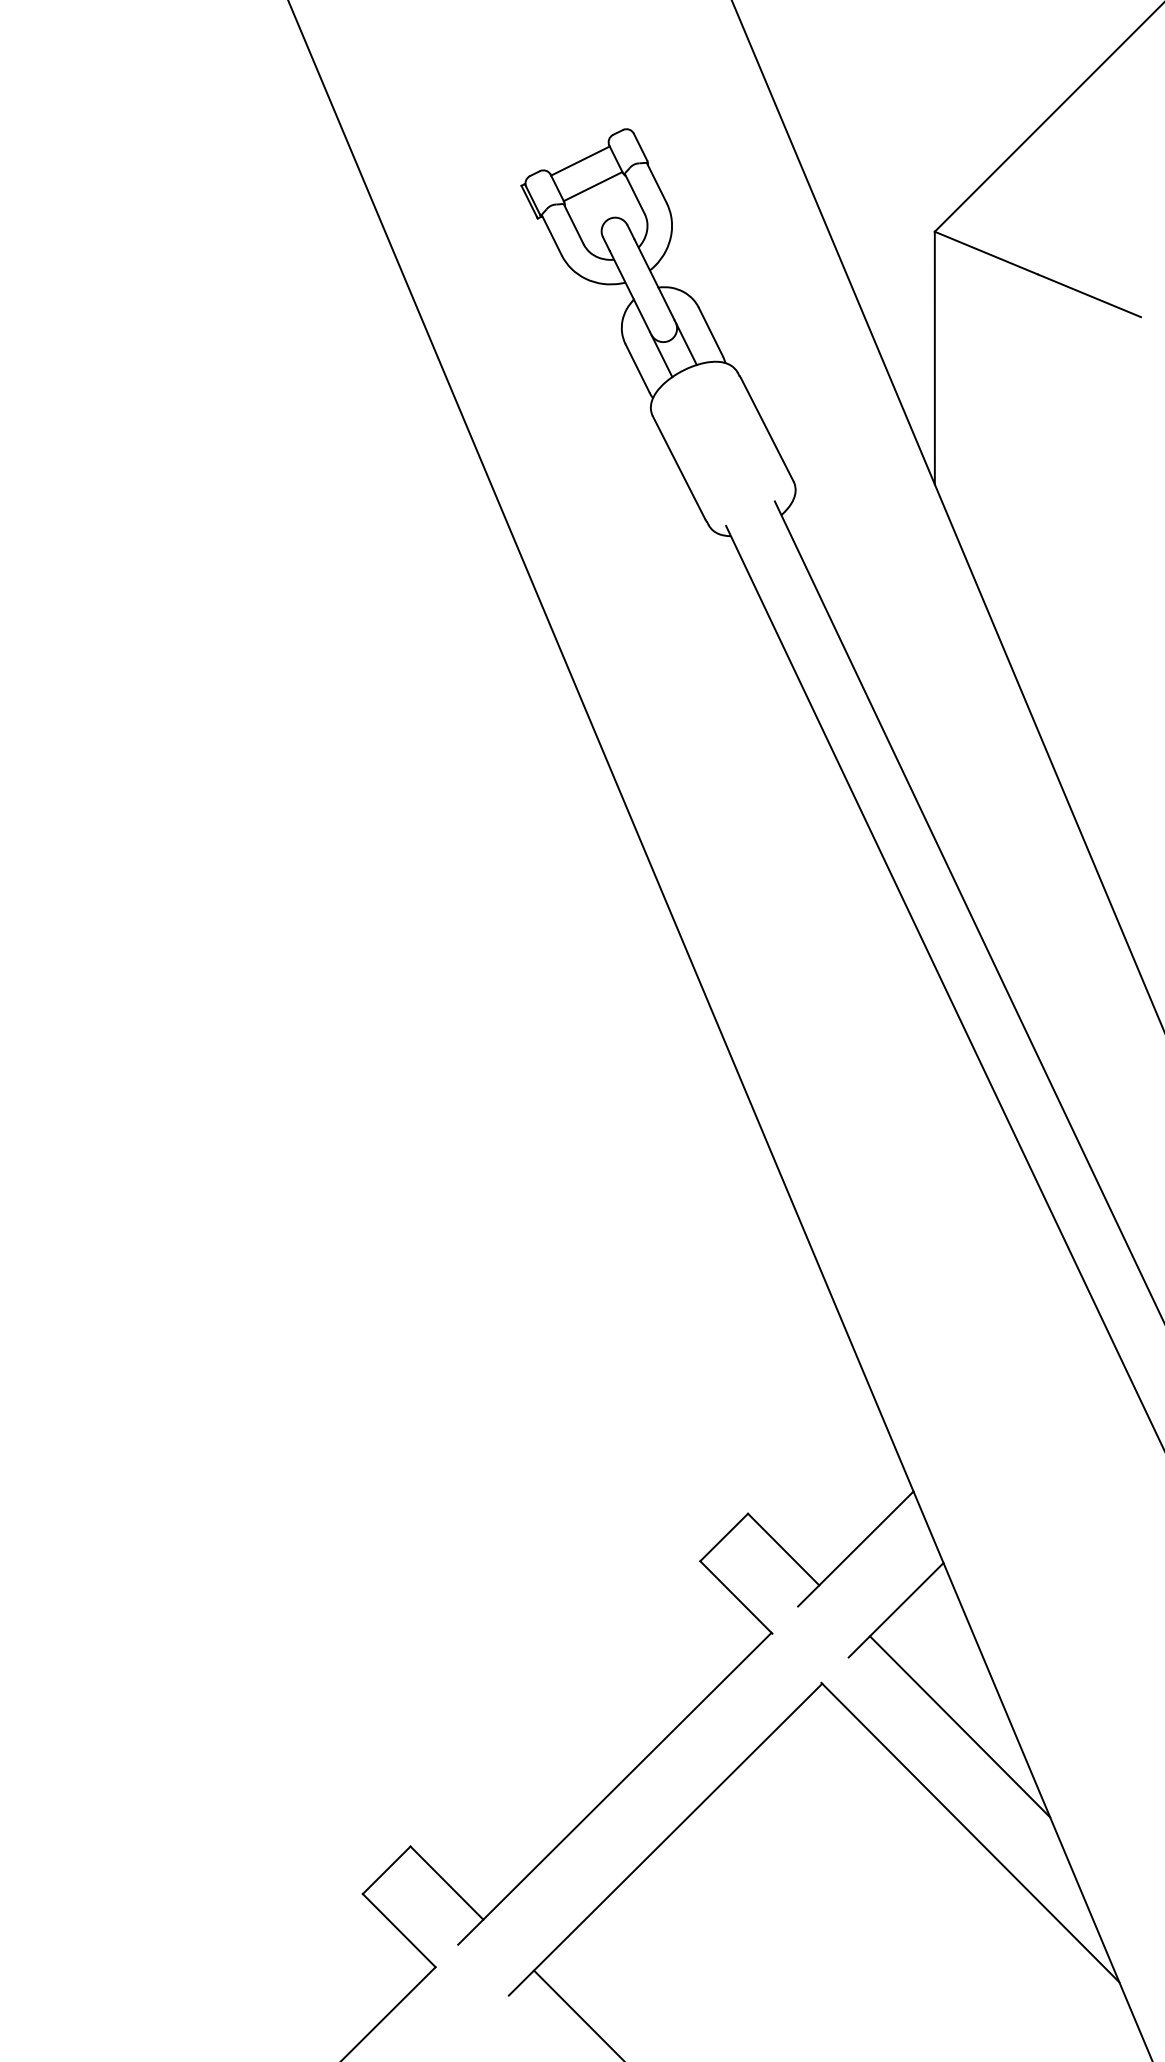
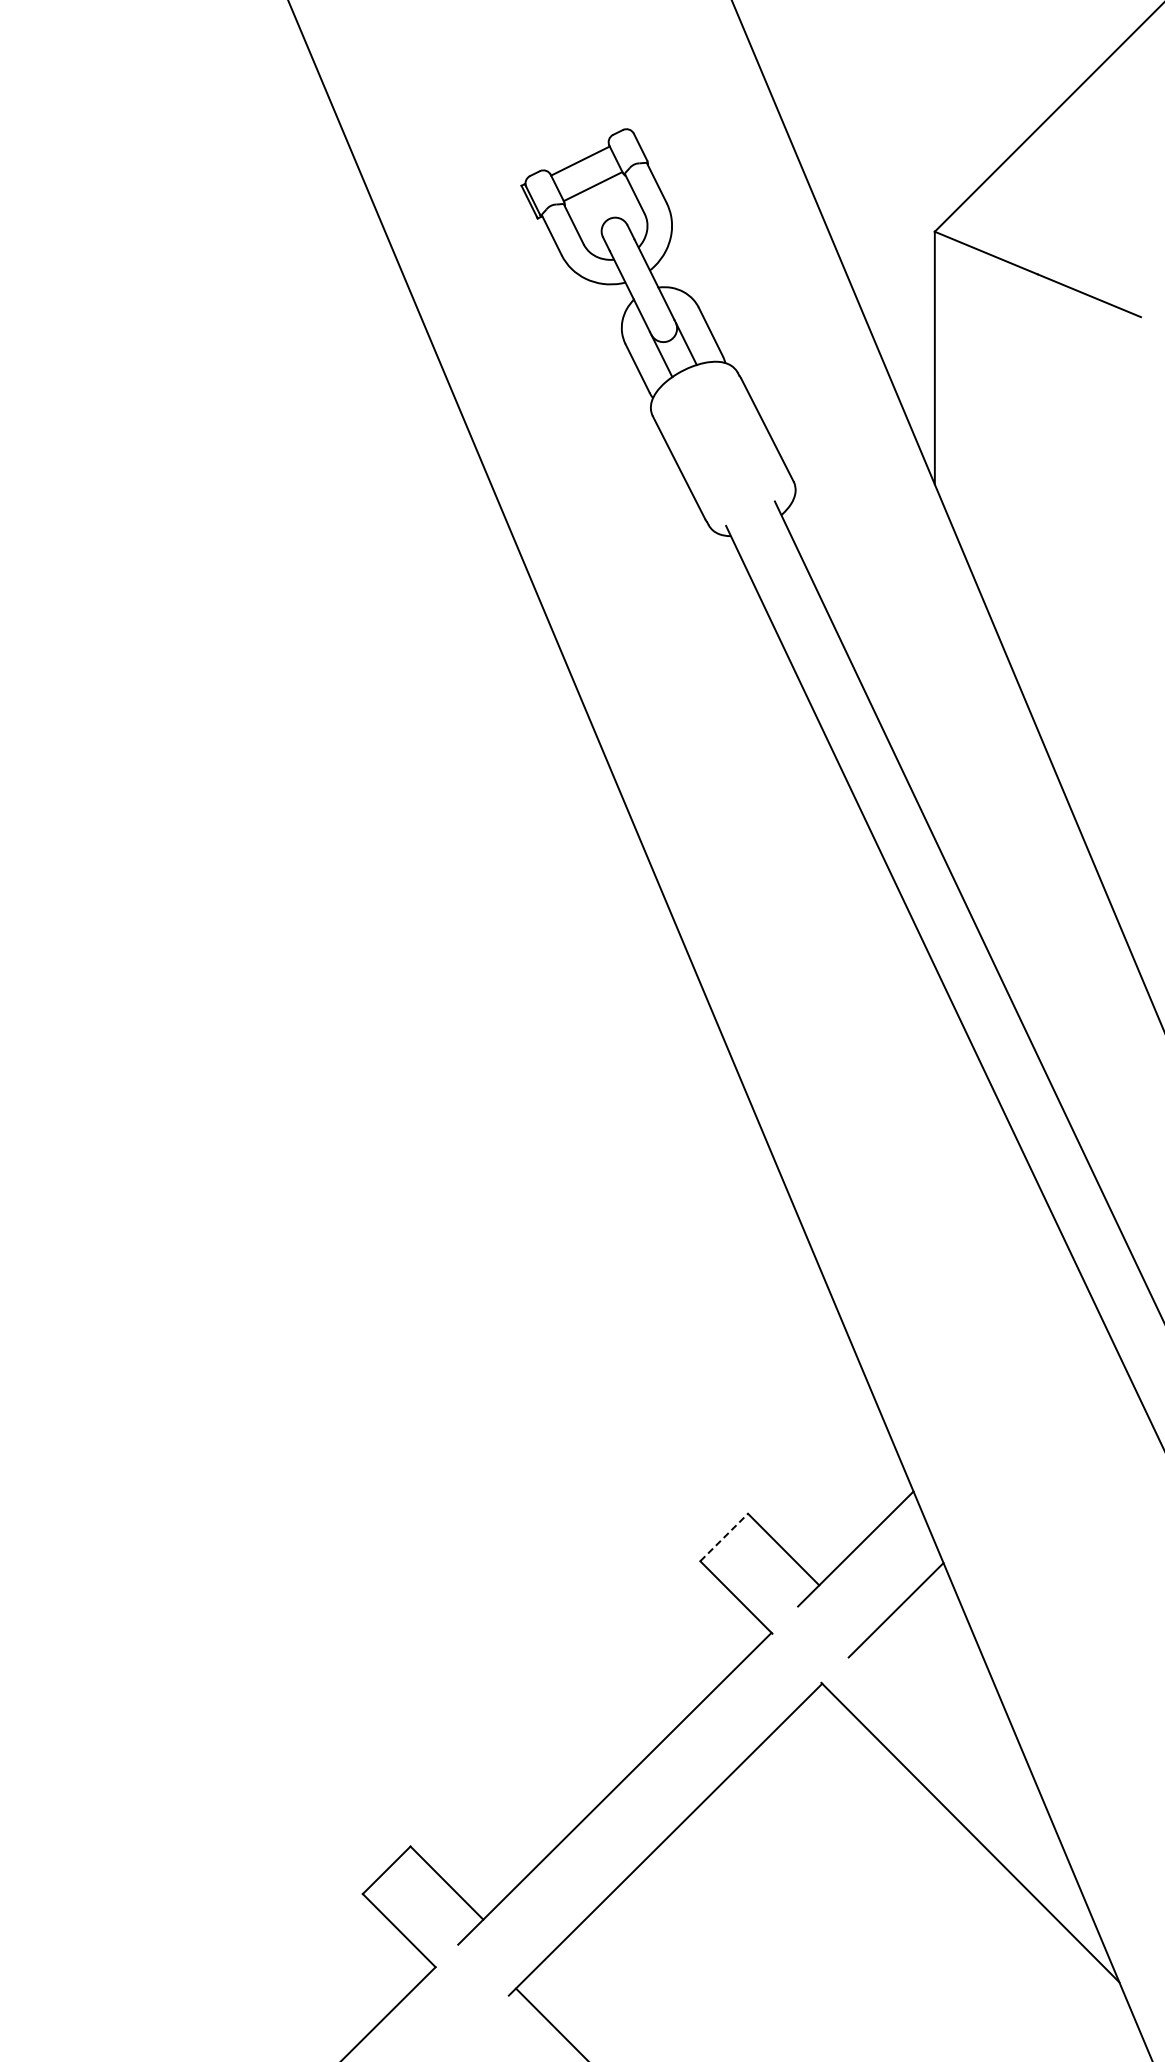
line at (724, 1537): solid -> dashed
line at (959, 1726): present -> none
line at (577, 2014) position: (577, 2014) -> (550, 2023)
